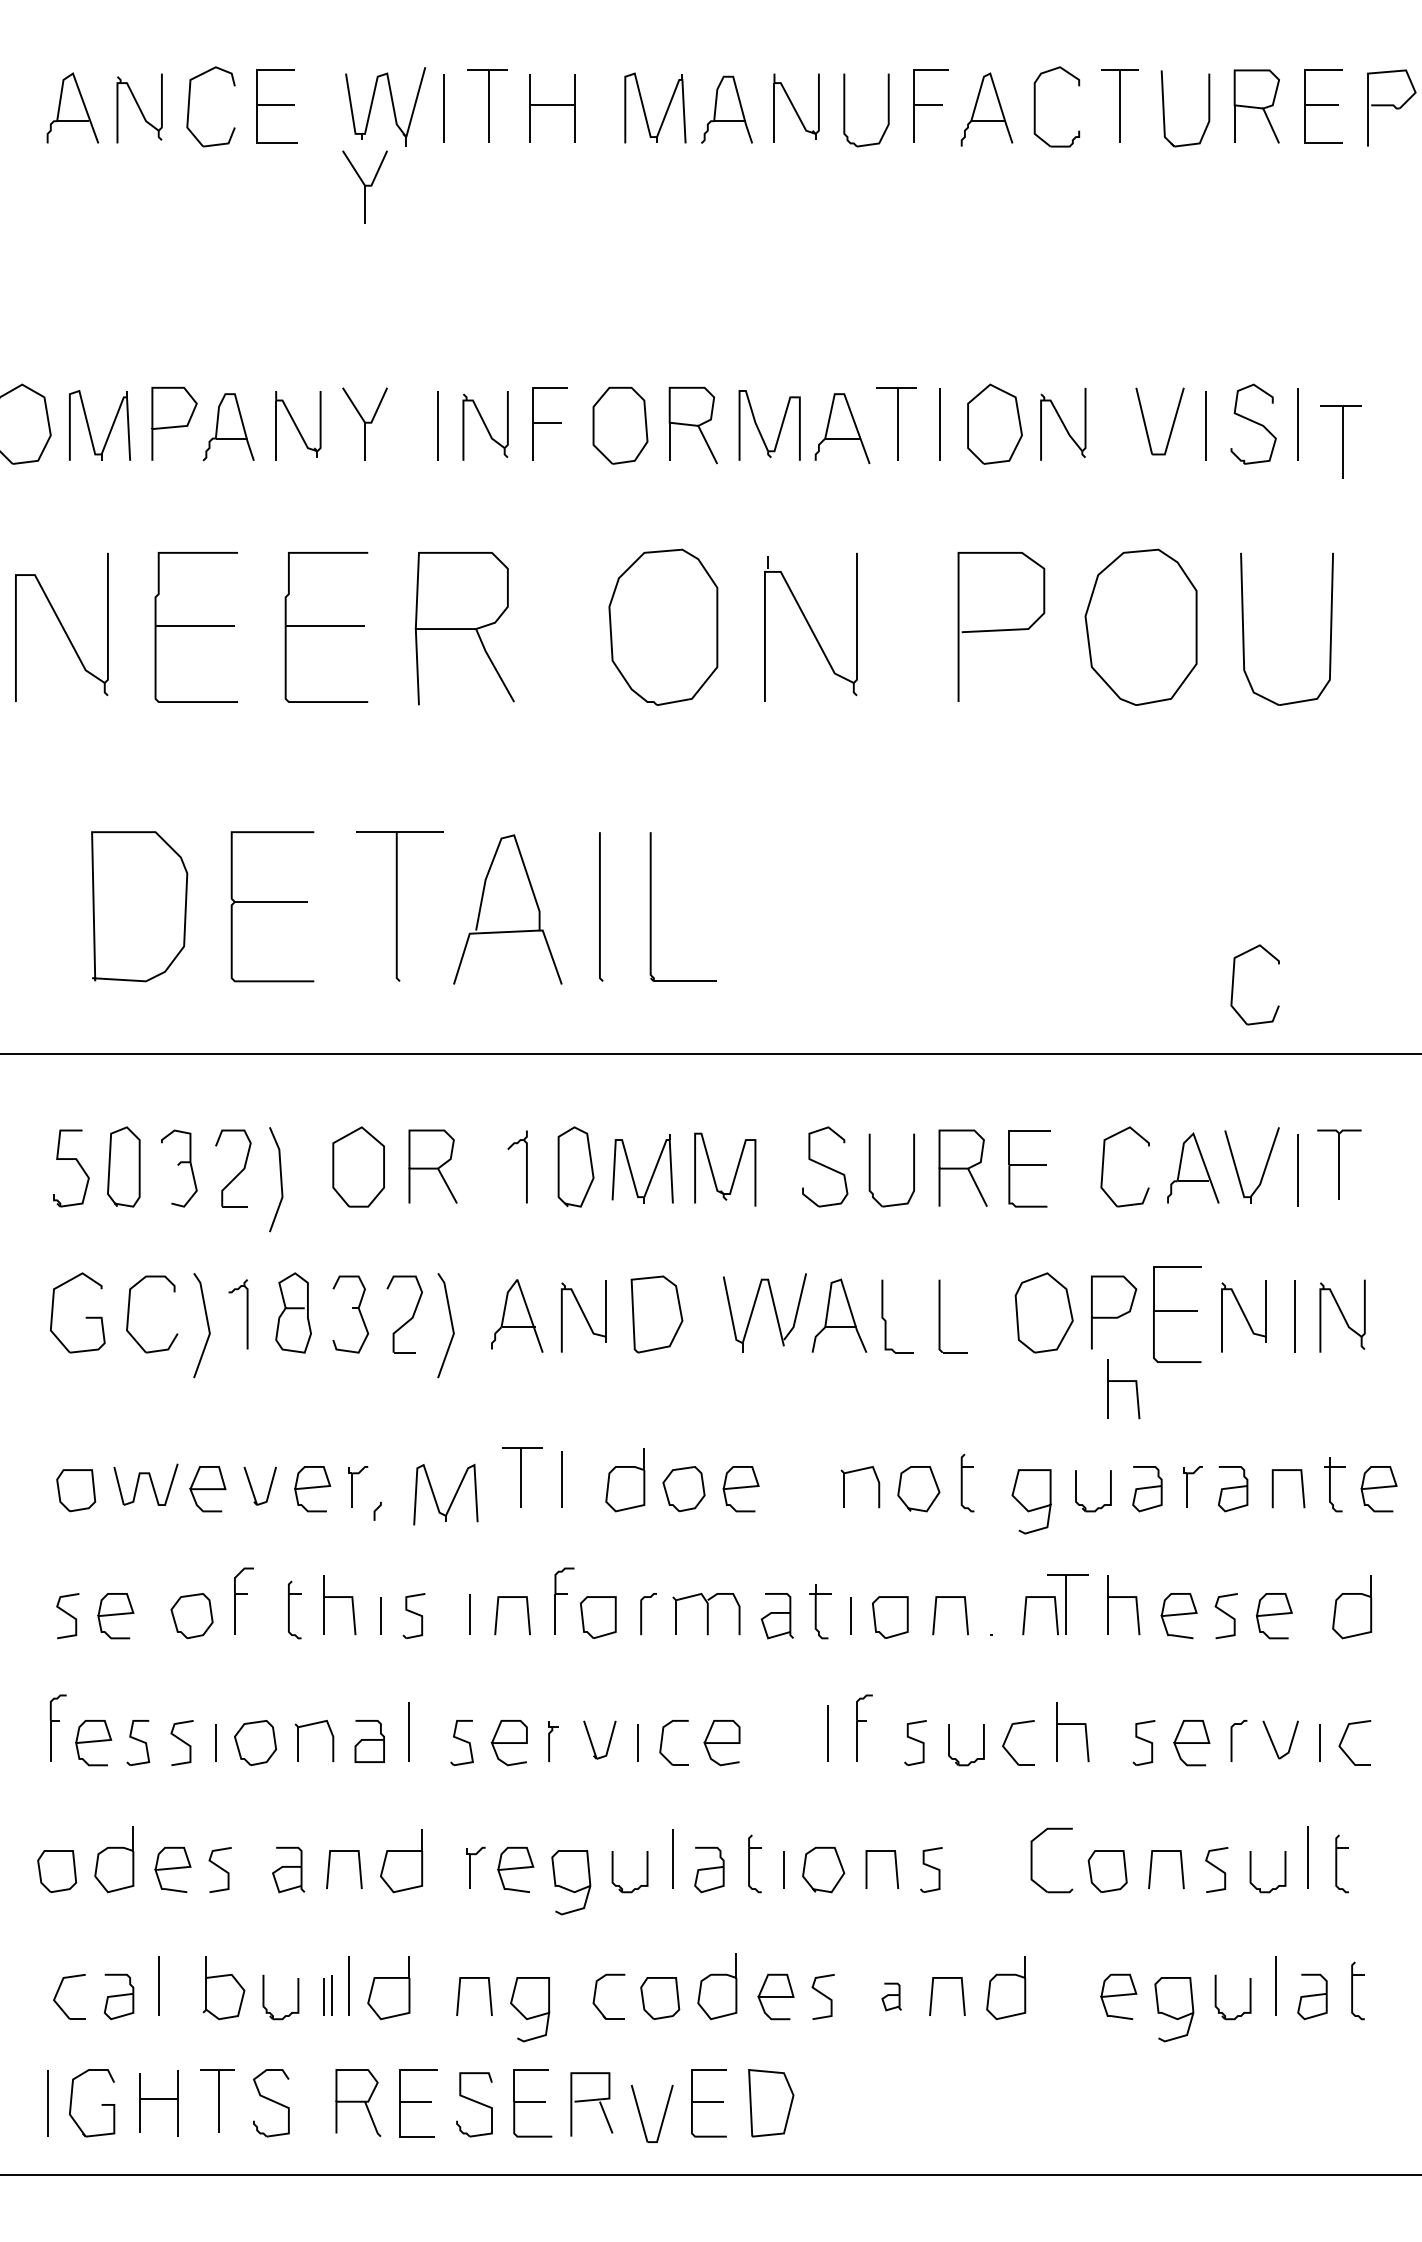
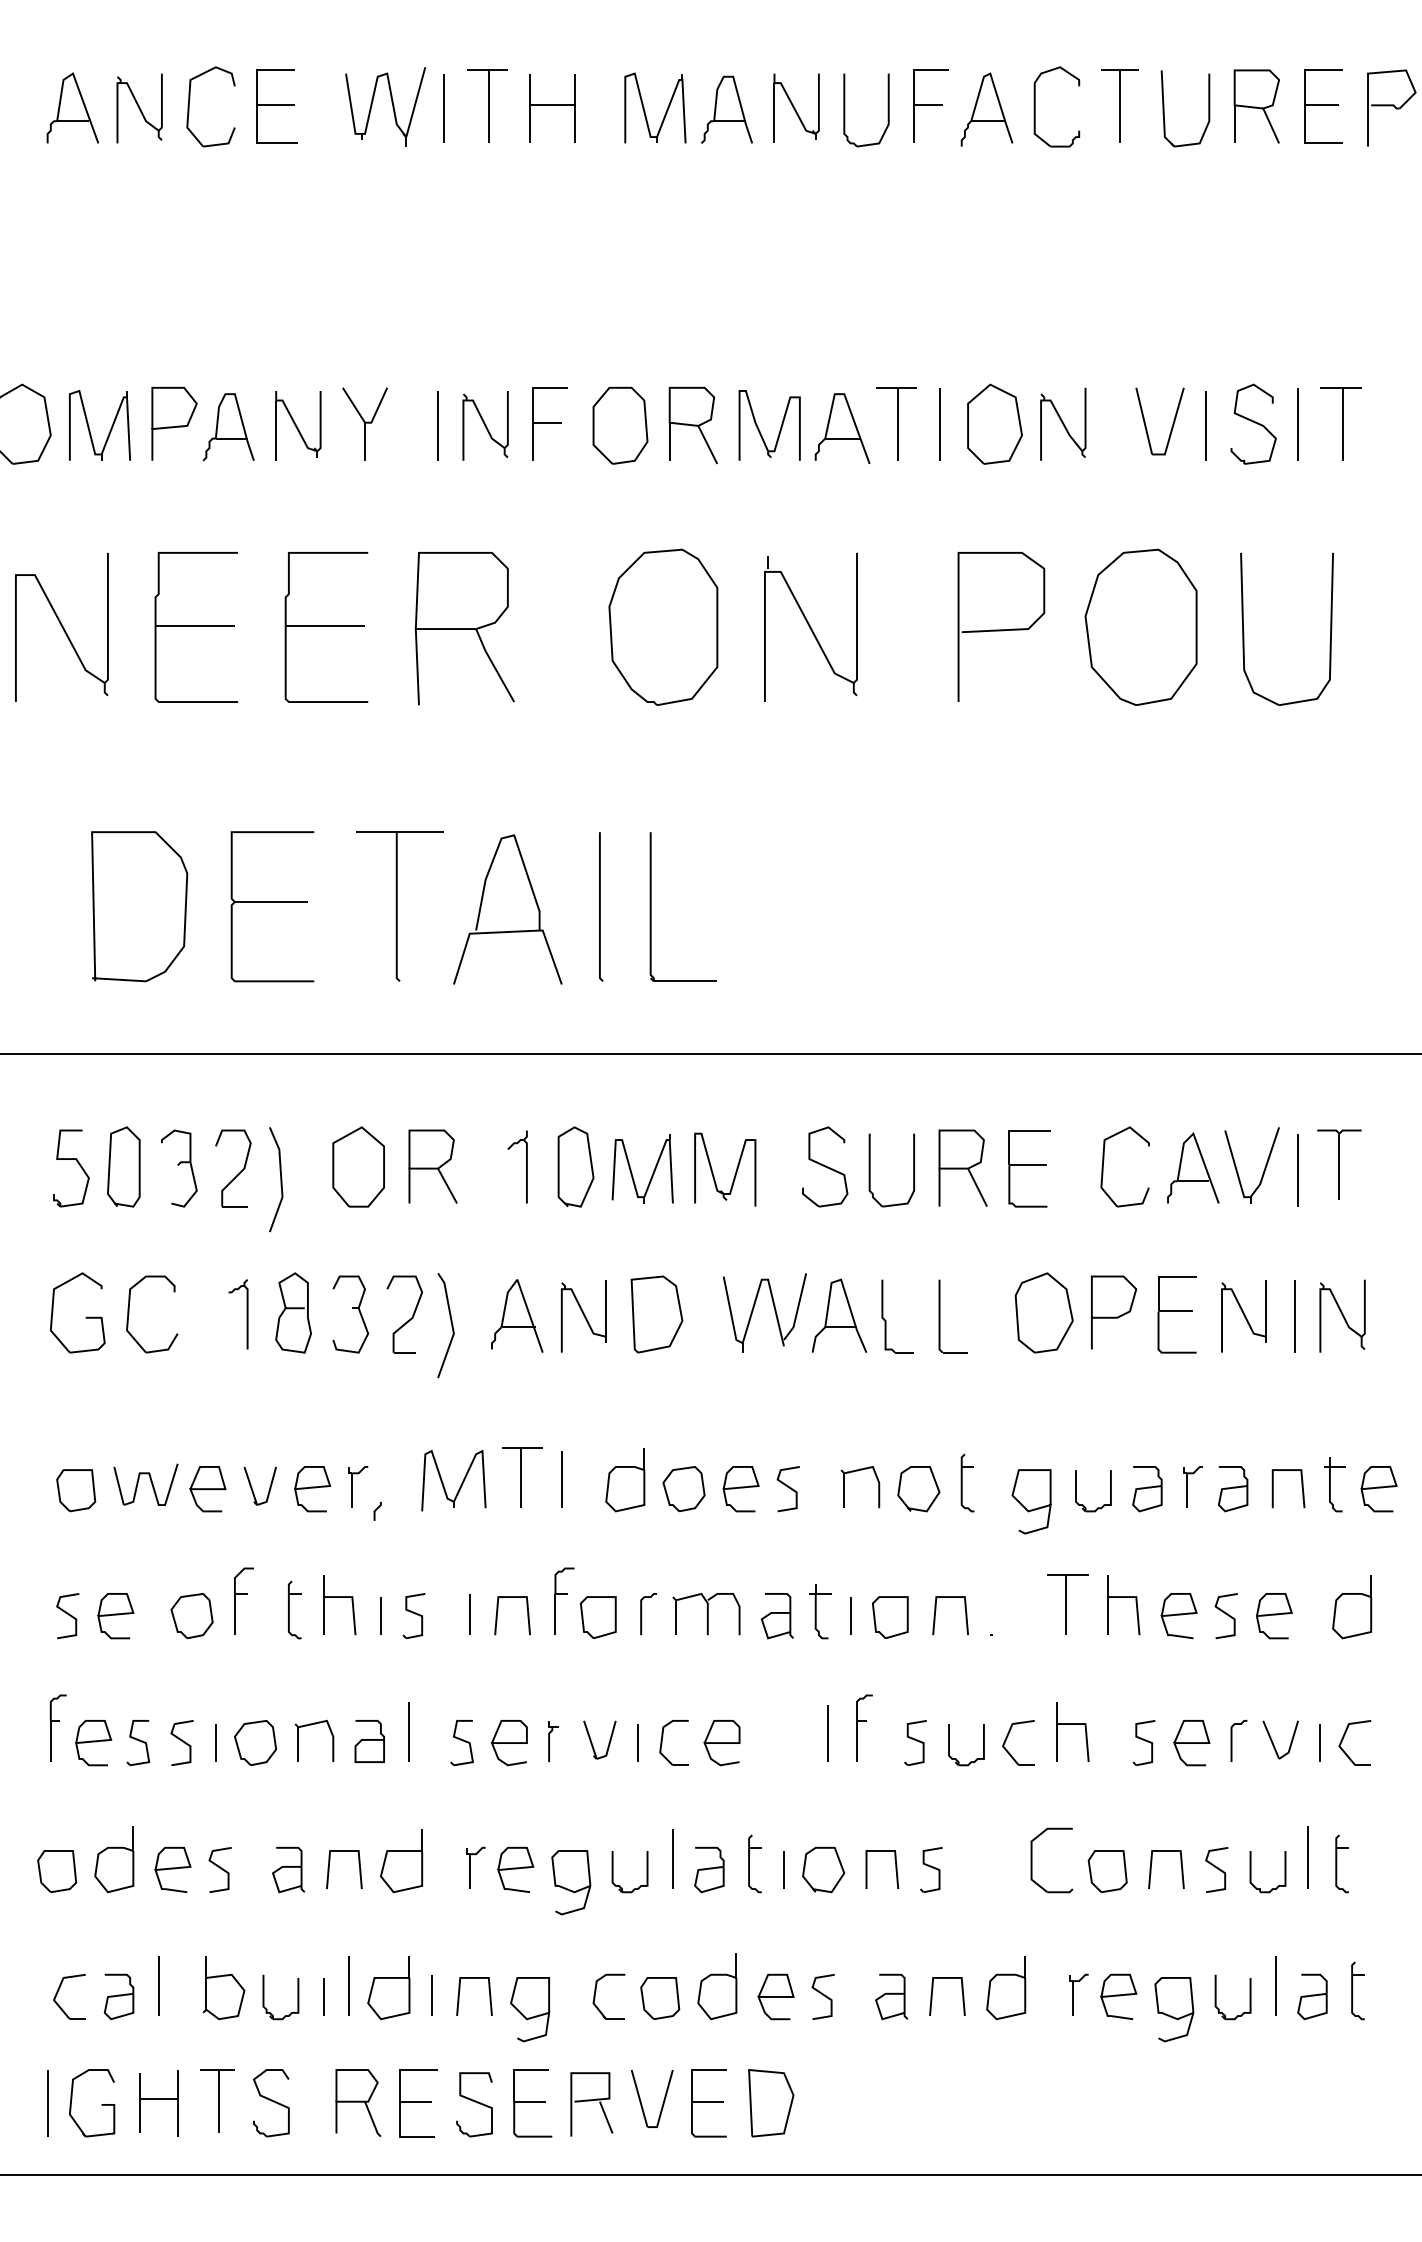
part at (364, 186): present -> none
part at (1340, 441) position: (1340, 441) -> (1340, 423)
part at (1234, 978): present -> none
part at (1177, 1314) size: 49x97 px -> 40x78 px
line at (206, 1322): present -> none
part at (1123, 1381): present -> none
curve at (787, 1487): none -> present
part at (453, 1496) position: (453, 1496) -> (461, 1482)
line at (1026, 1610): present -> none
part at (1078, 1994): none -> present
line at (331, 1995) position: (331, 1995) -> (431, 1995)
part at (891, 1996) size: 21x30 px -> 34x48 px
part at (641, 2115) position: (641, 2115) -> (641, 2100)
